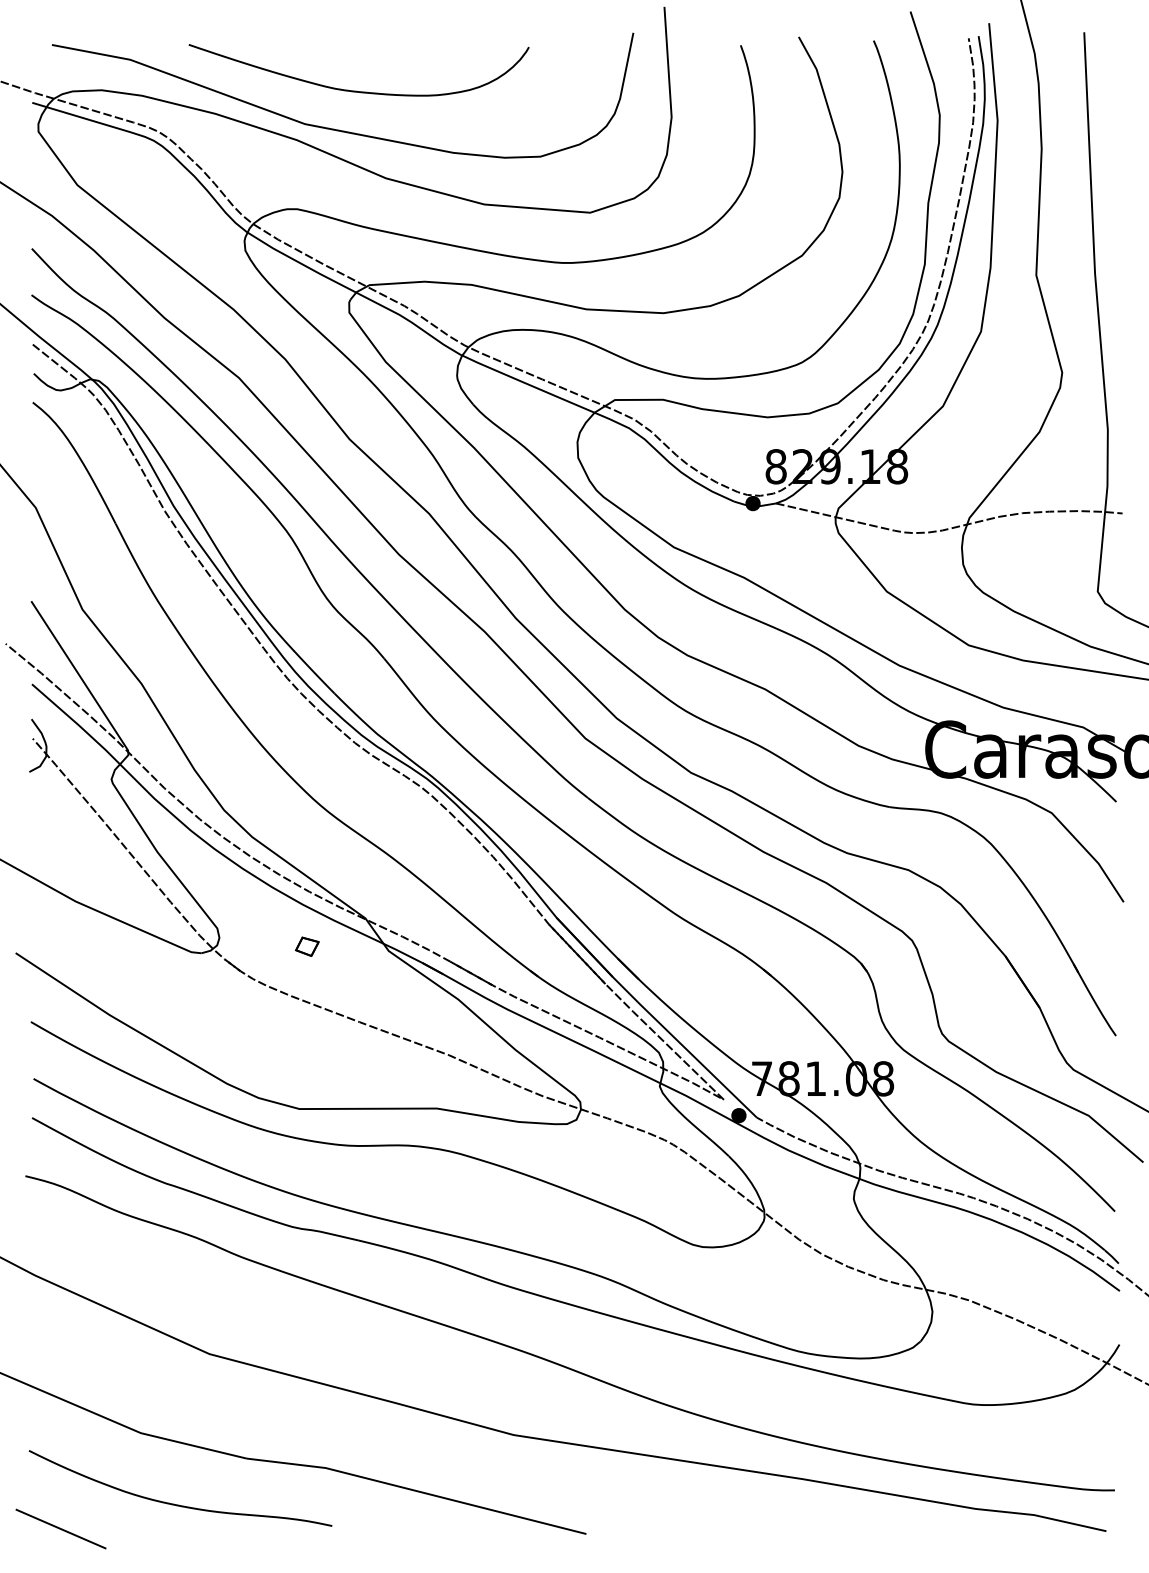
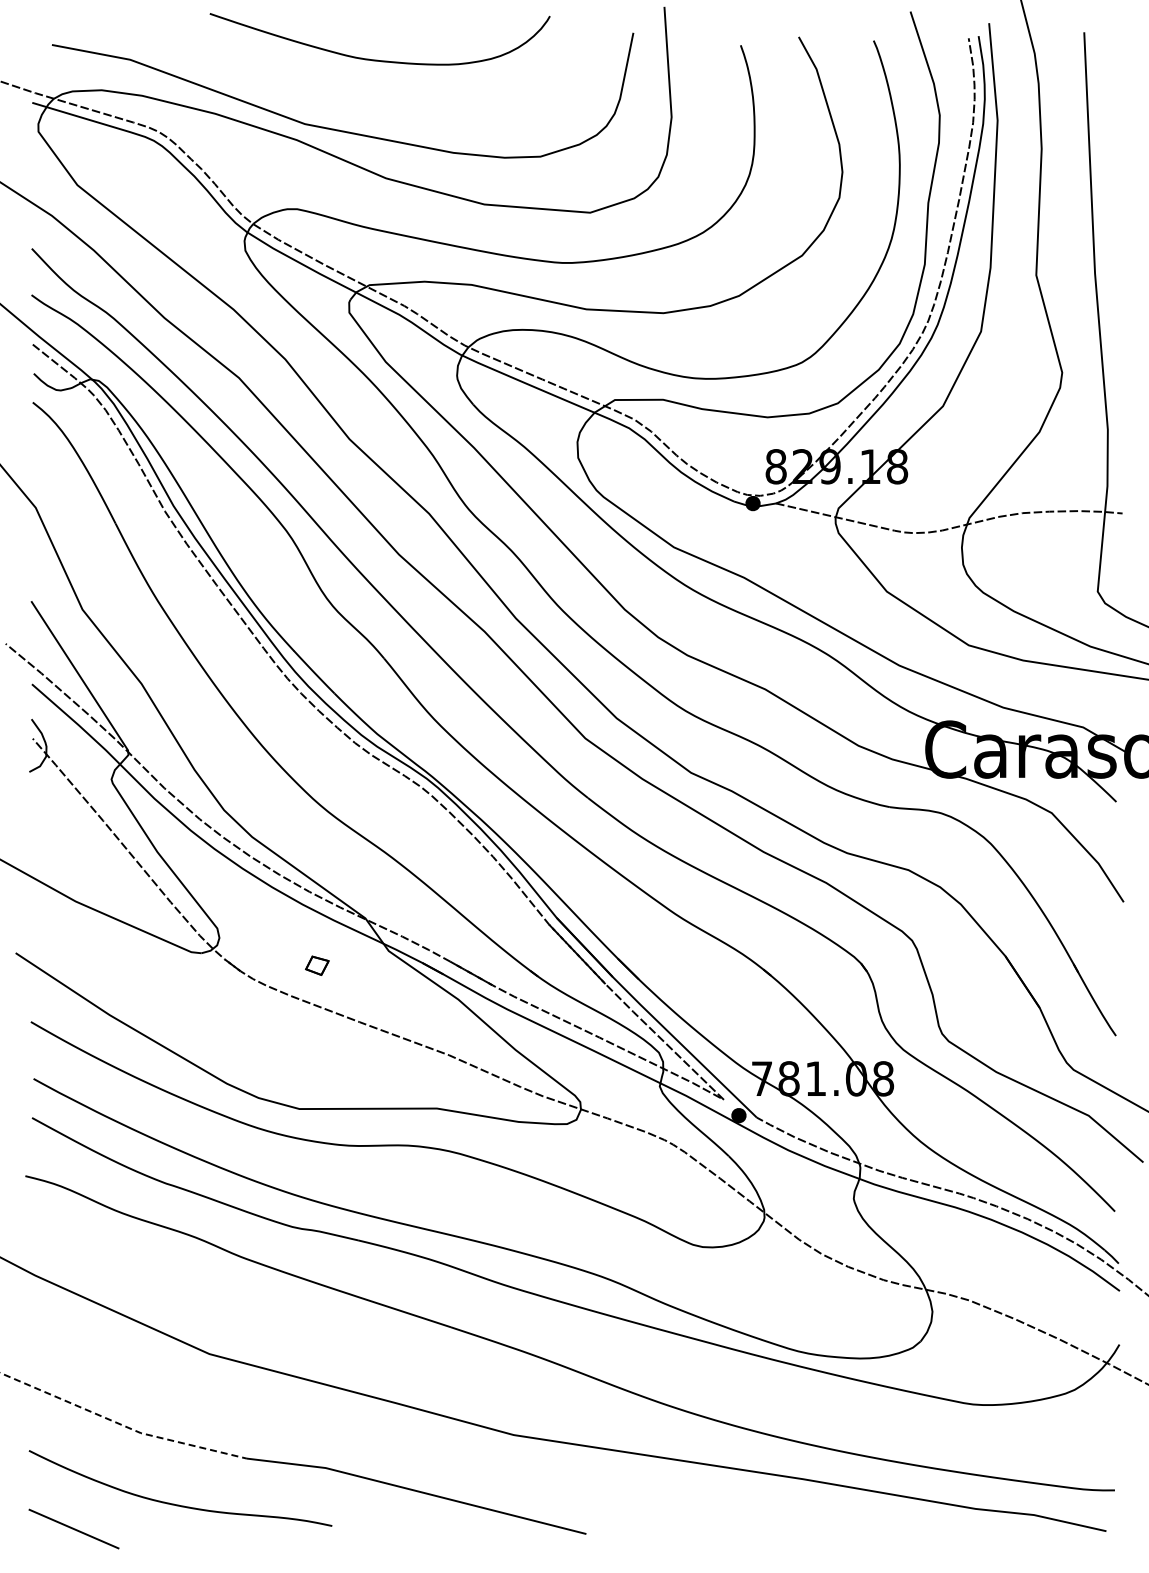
curve at (356, 90) position: (356, 90) -> (377, 59)
part at (307, 946) position: (307, 946) -> (317, 965)
line at (121, 1424): solid -> dashed
line at (60, 1528) position: (60, 1528) -> (73, 1528)
